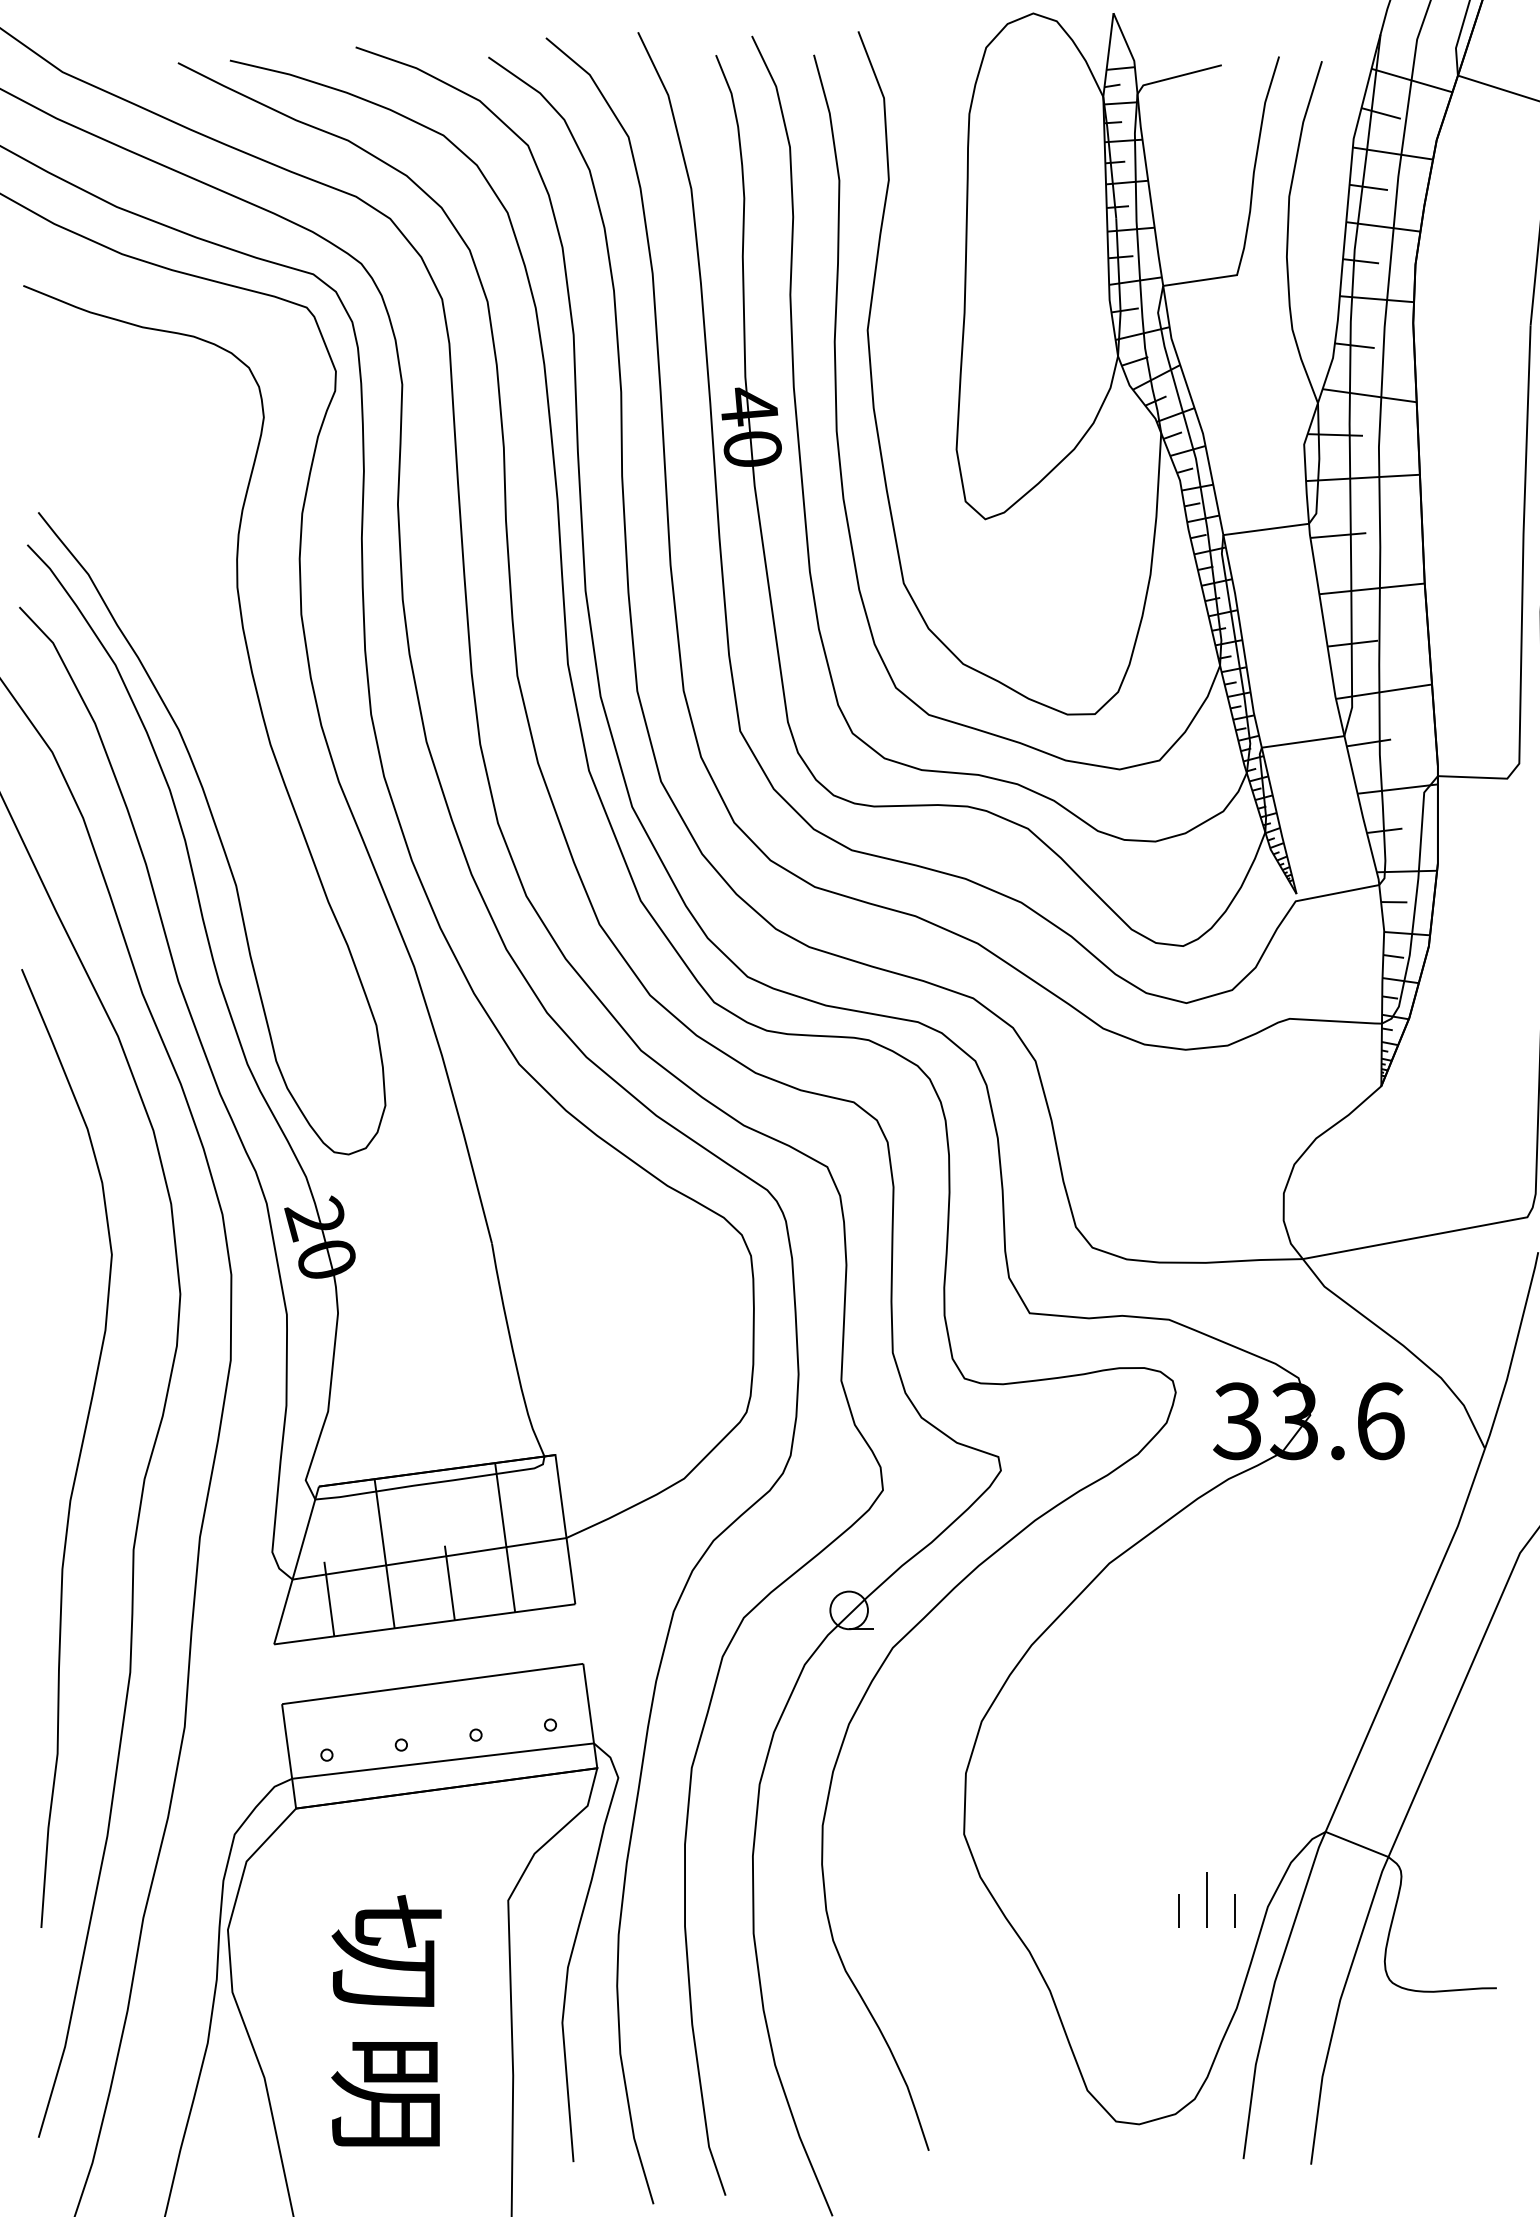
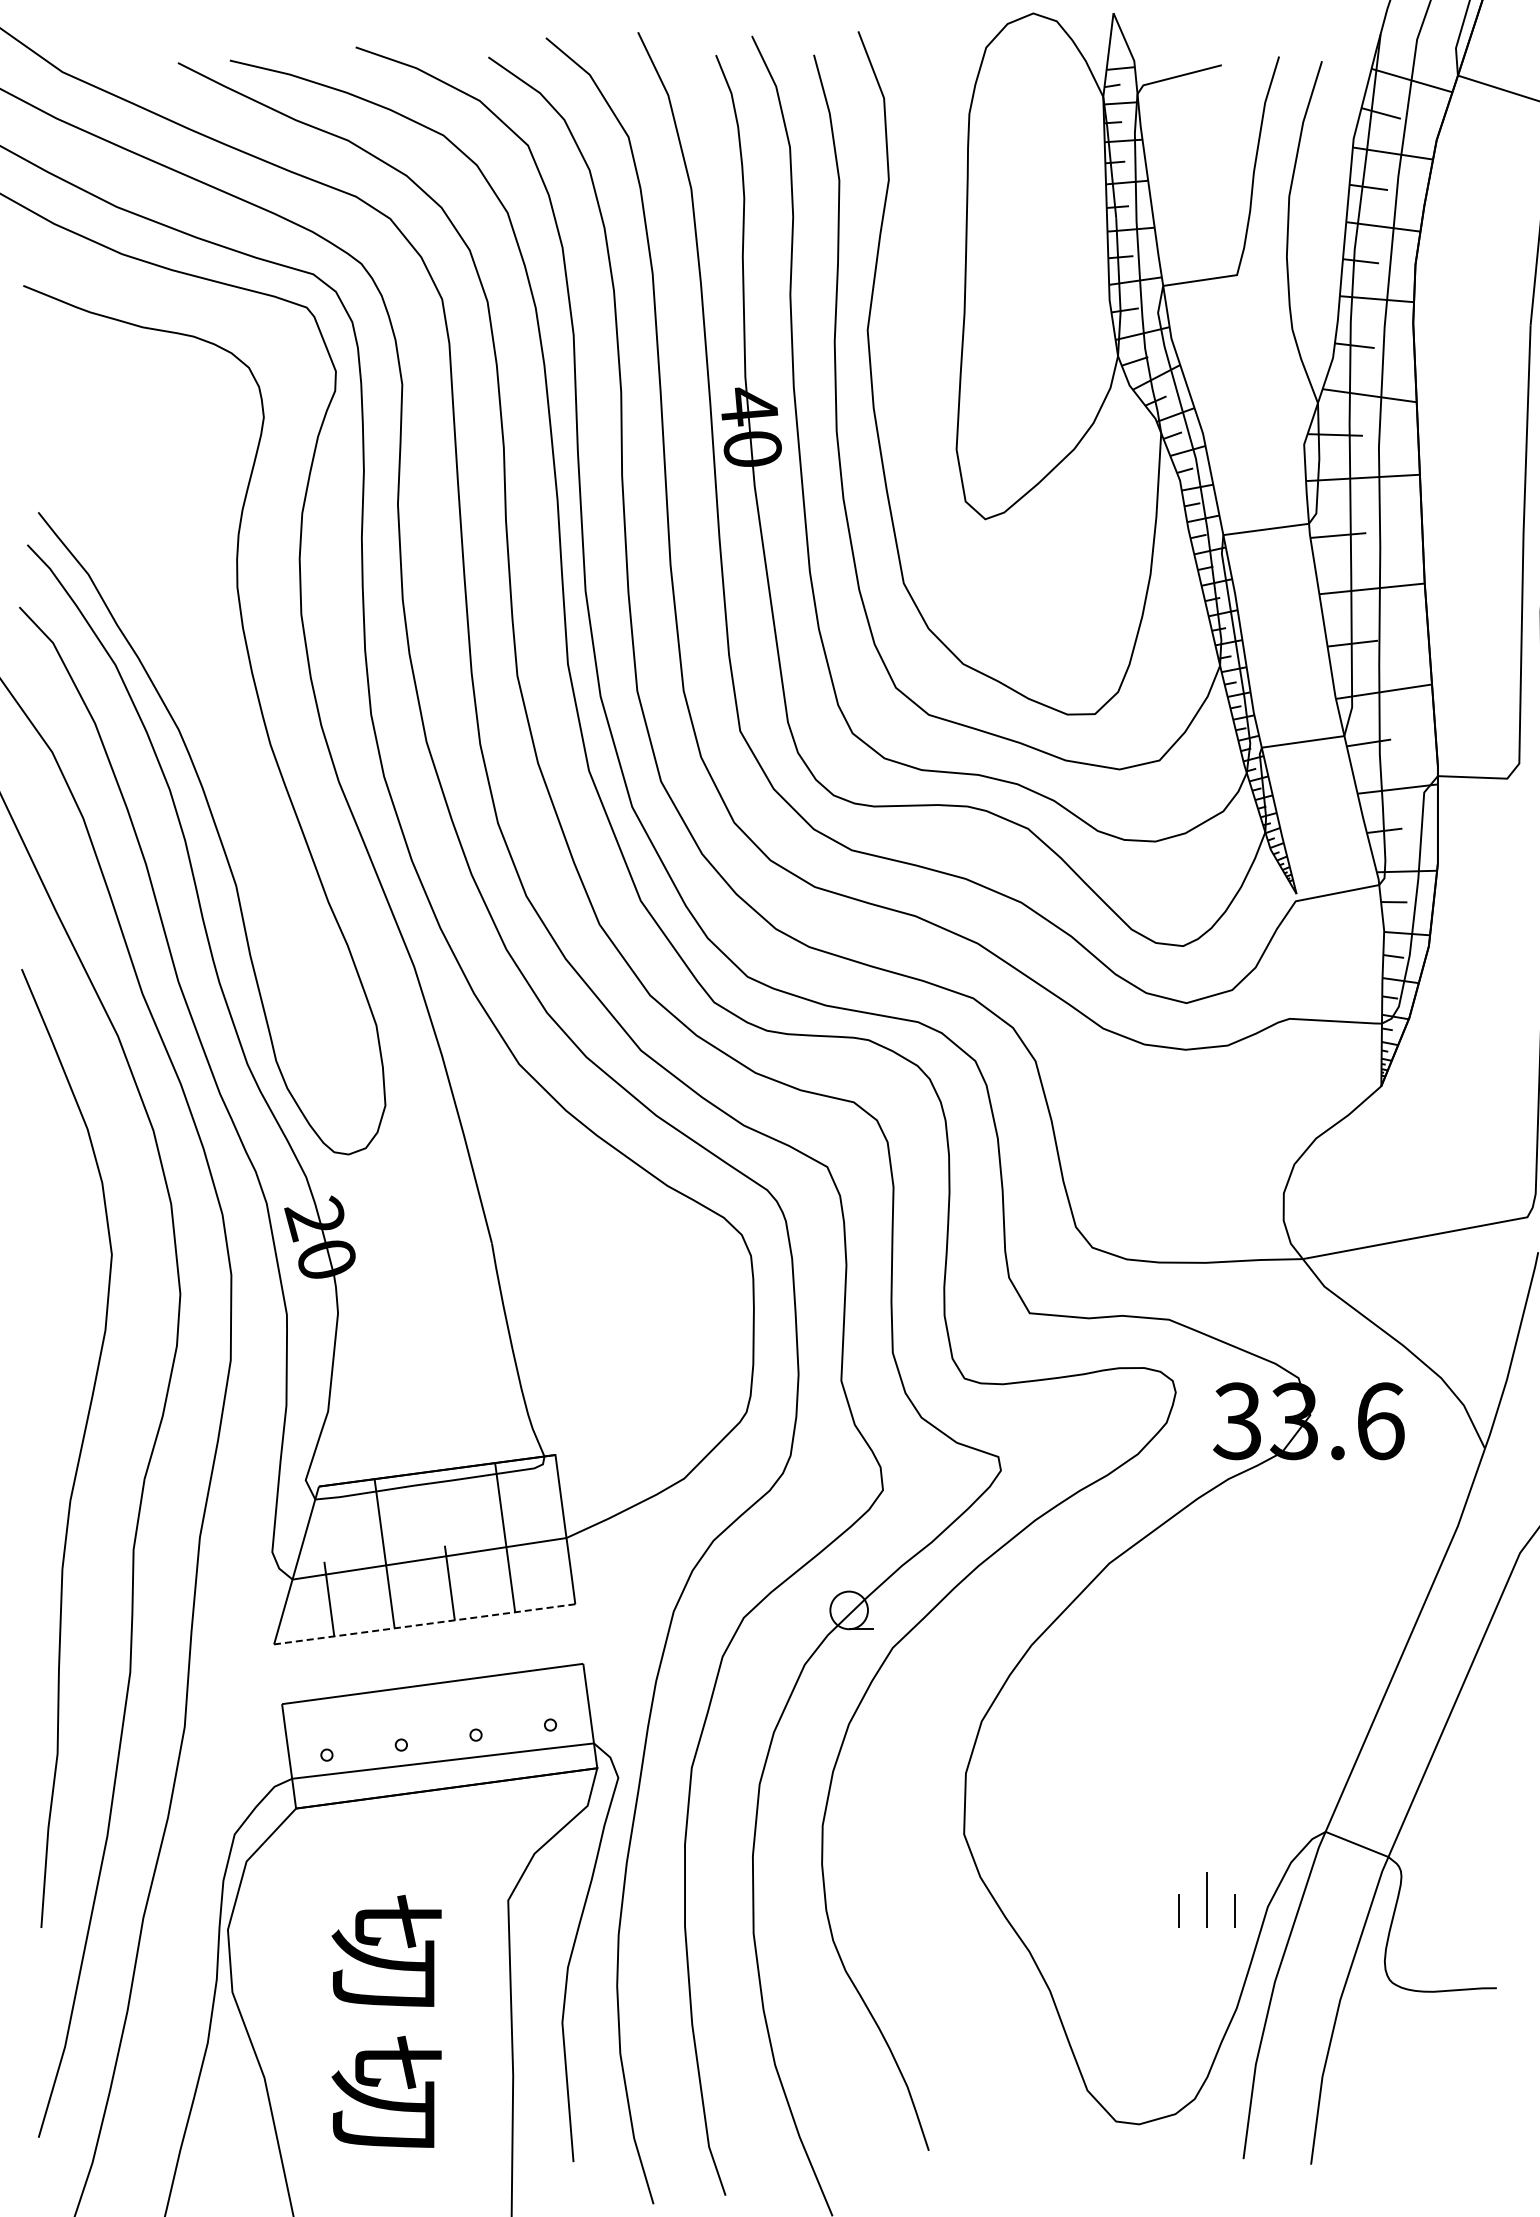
line at (424, 1624): solid -> dashed
text at (386, 2091): 明 -> 切
